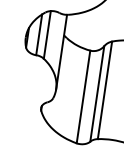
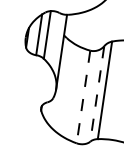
line at (97, 94): solid -> dashed
line at (83, 97): solid -> dashed
